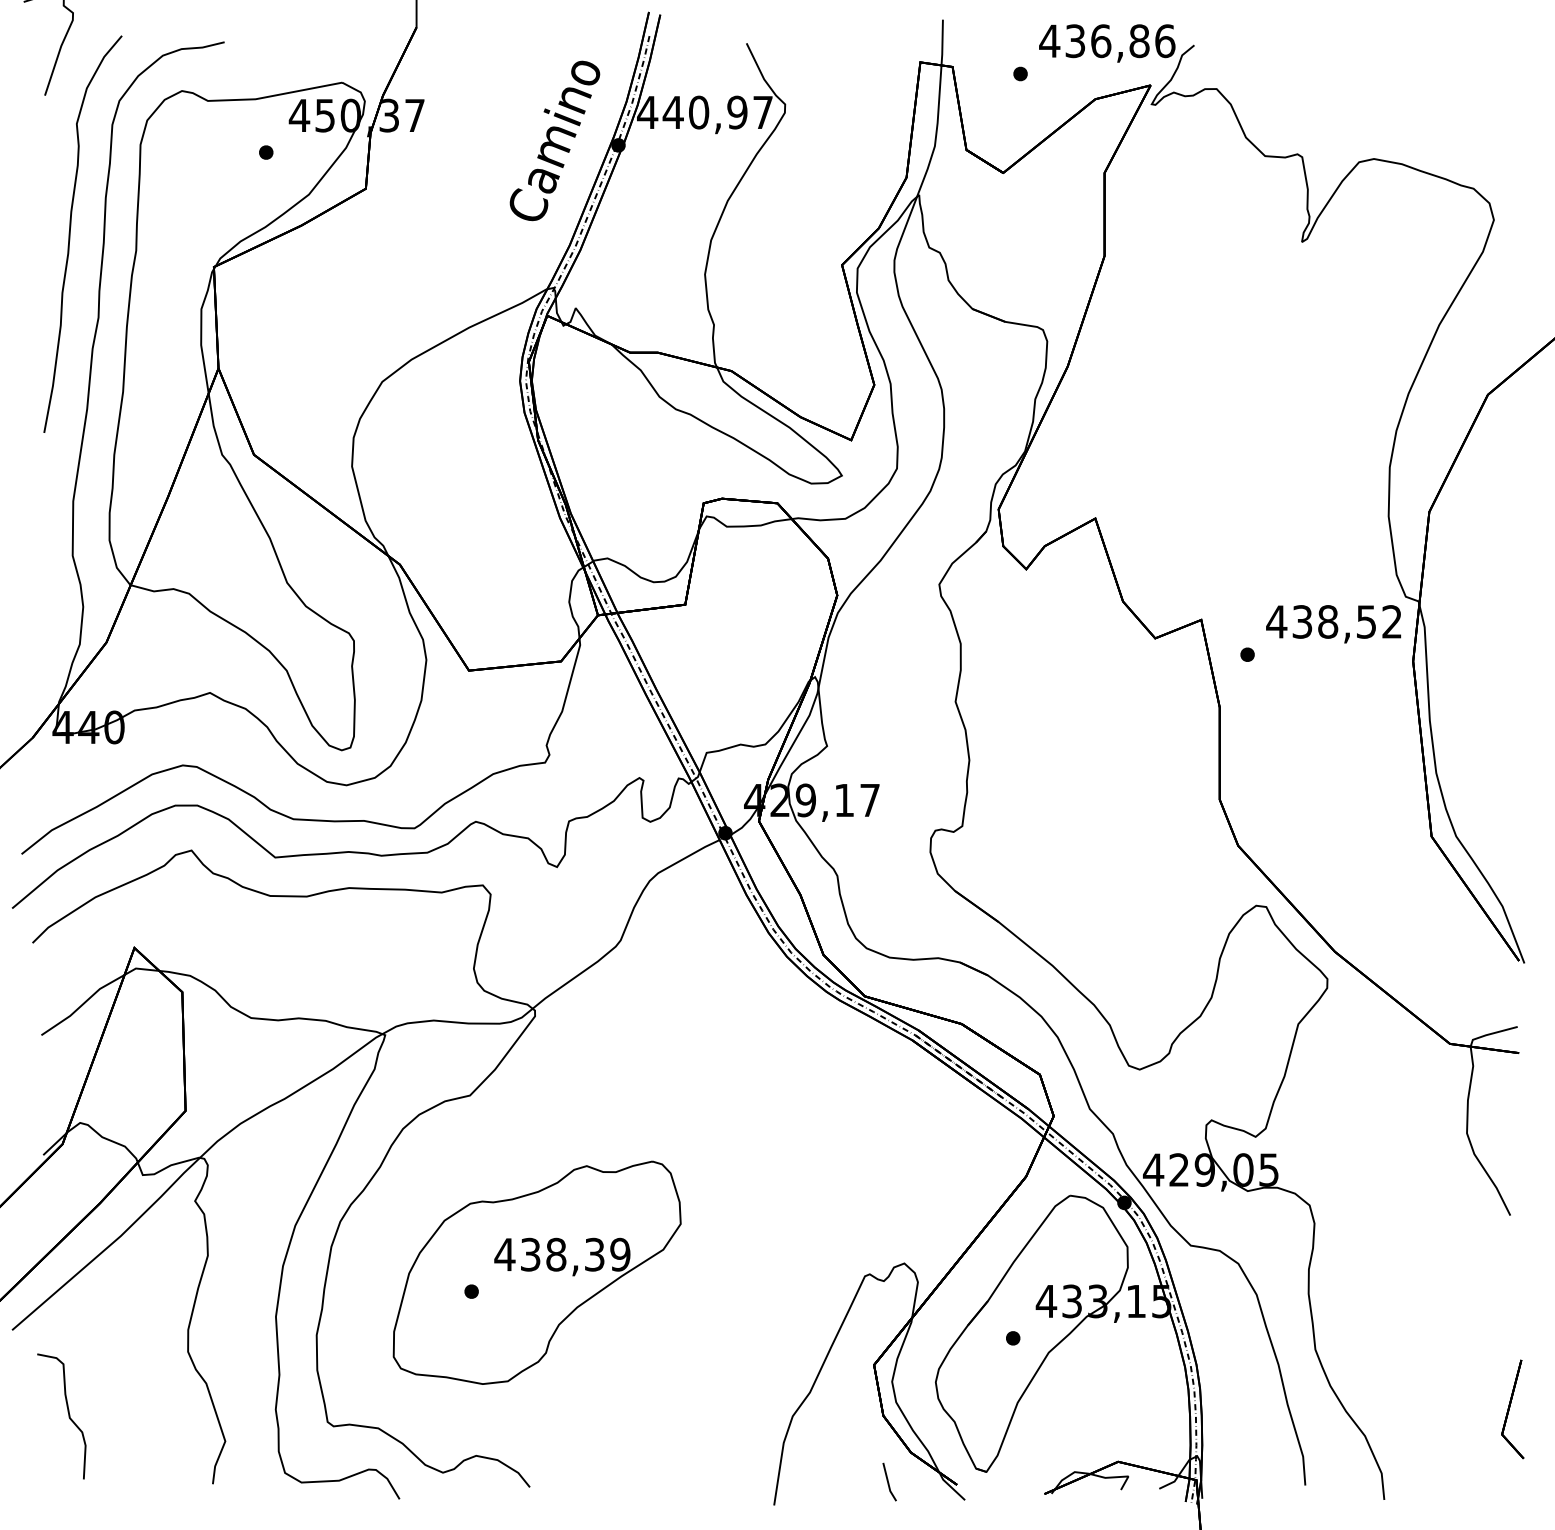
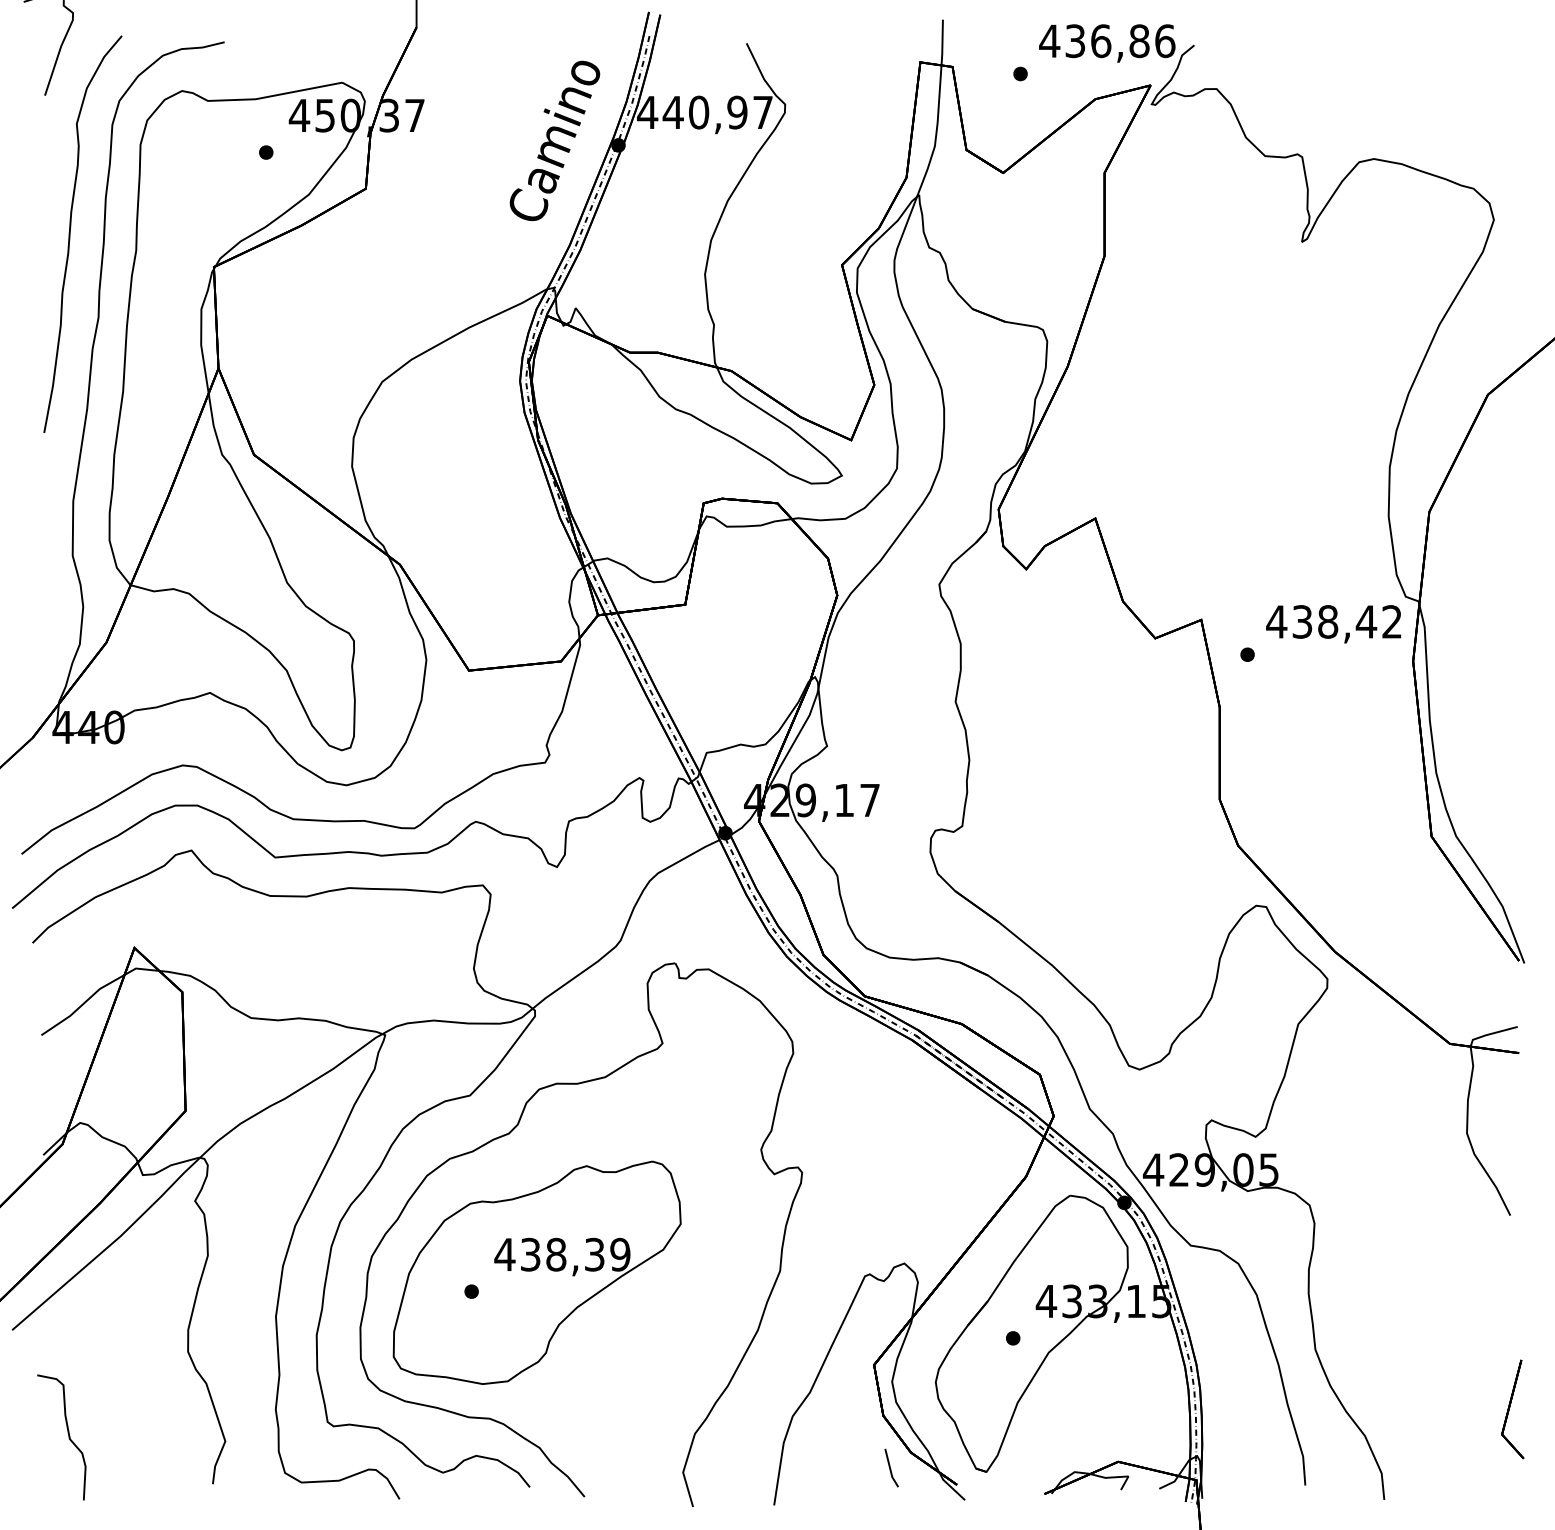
text at (1366, 621): 438,52 -> 438,42
part at (509, 1134): none -> present
curve at (68, 1416) position: (68, 1416) -> (68, 1437)
line at (888, 1481) position: (888, 1481) -> (890, 1467)
